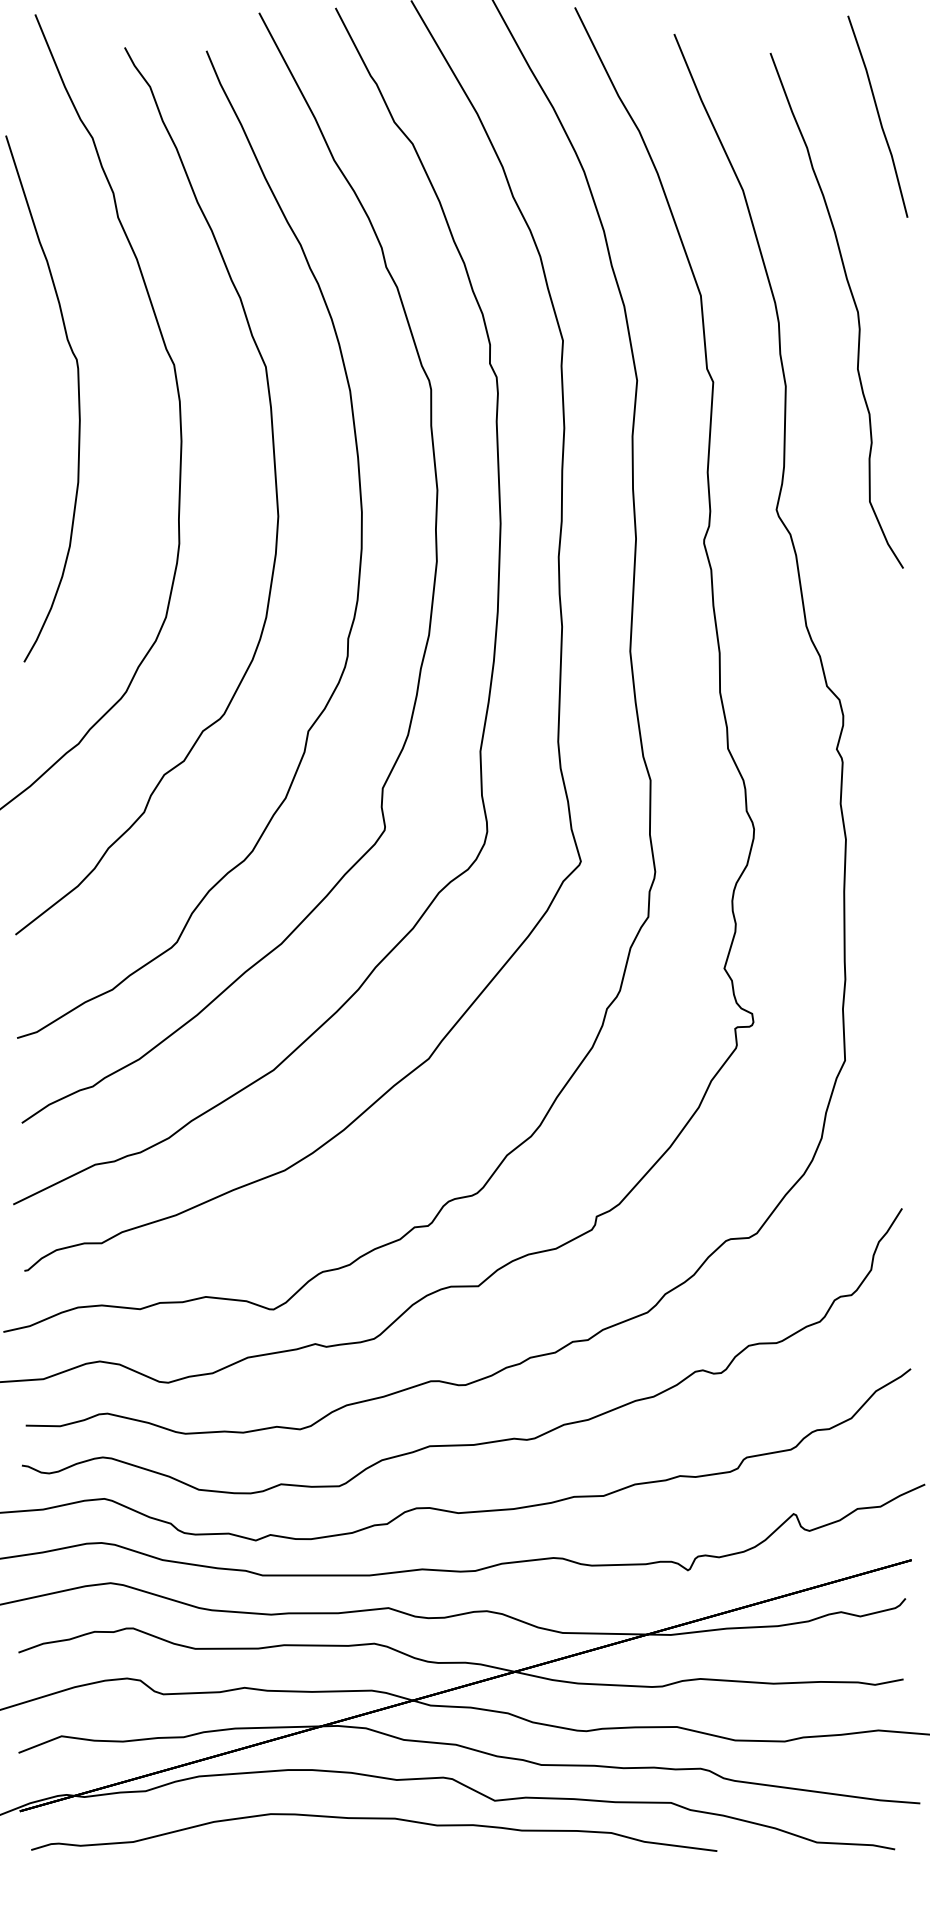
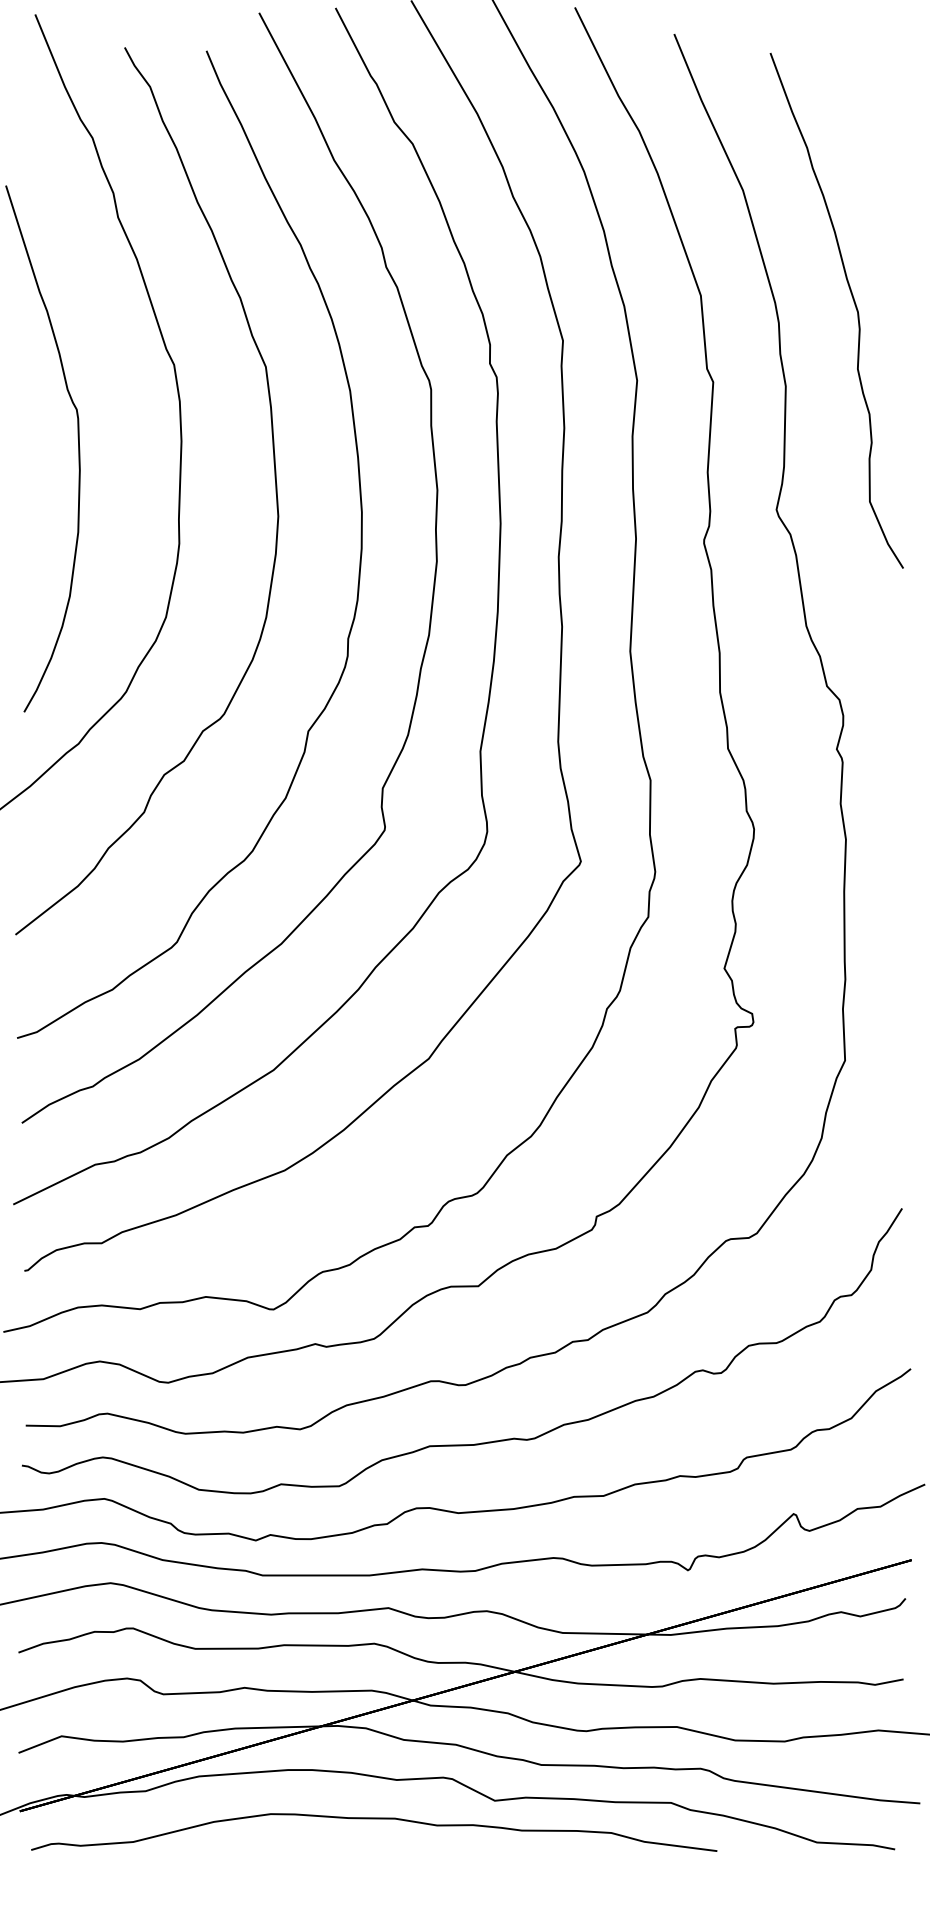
line at (877, 115): present -> none
curve at (78, 398) position: (78, 398) -> (78, 448)
